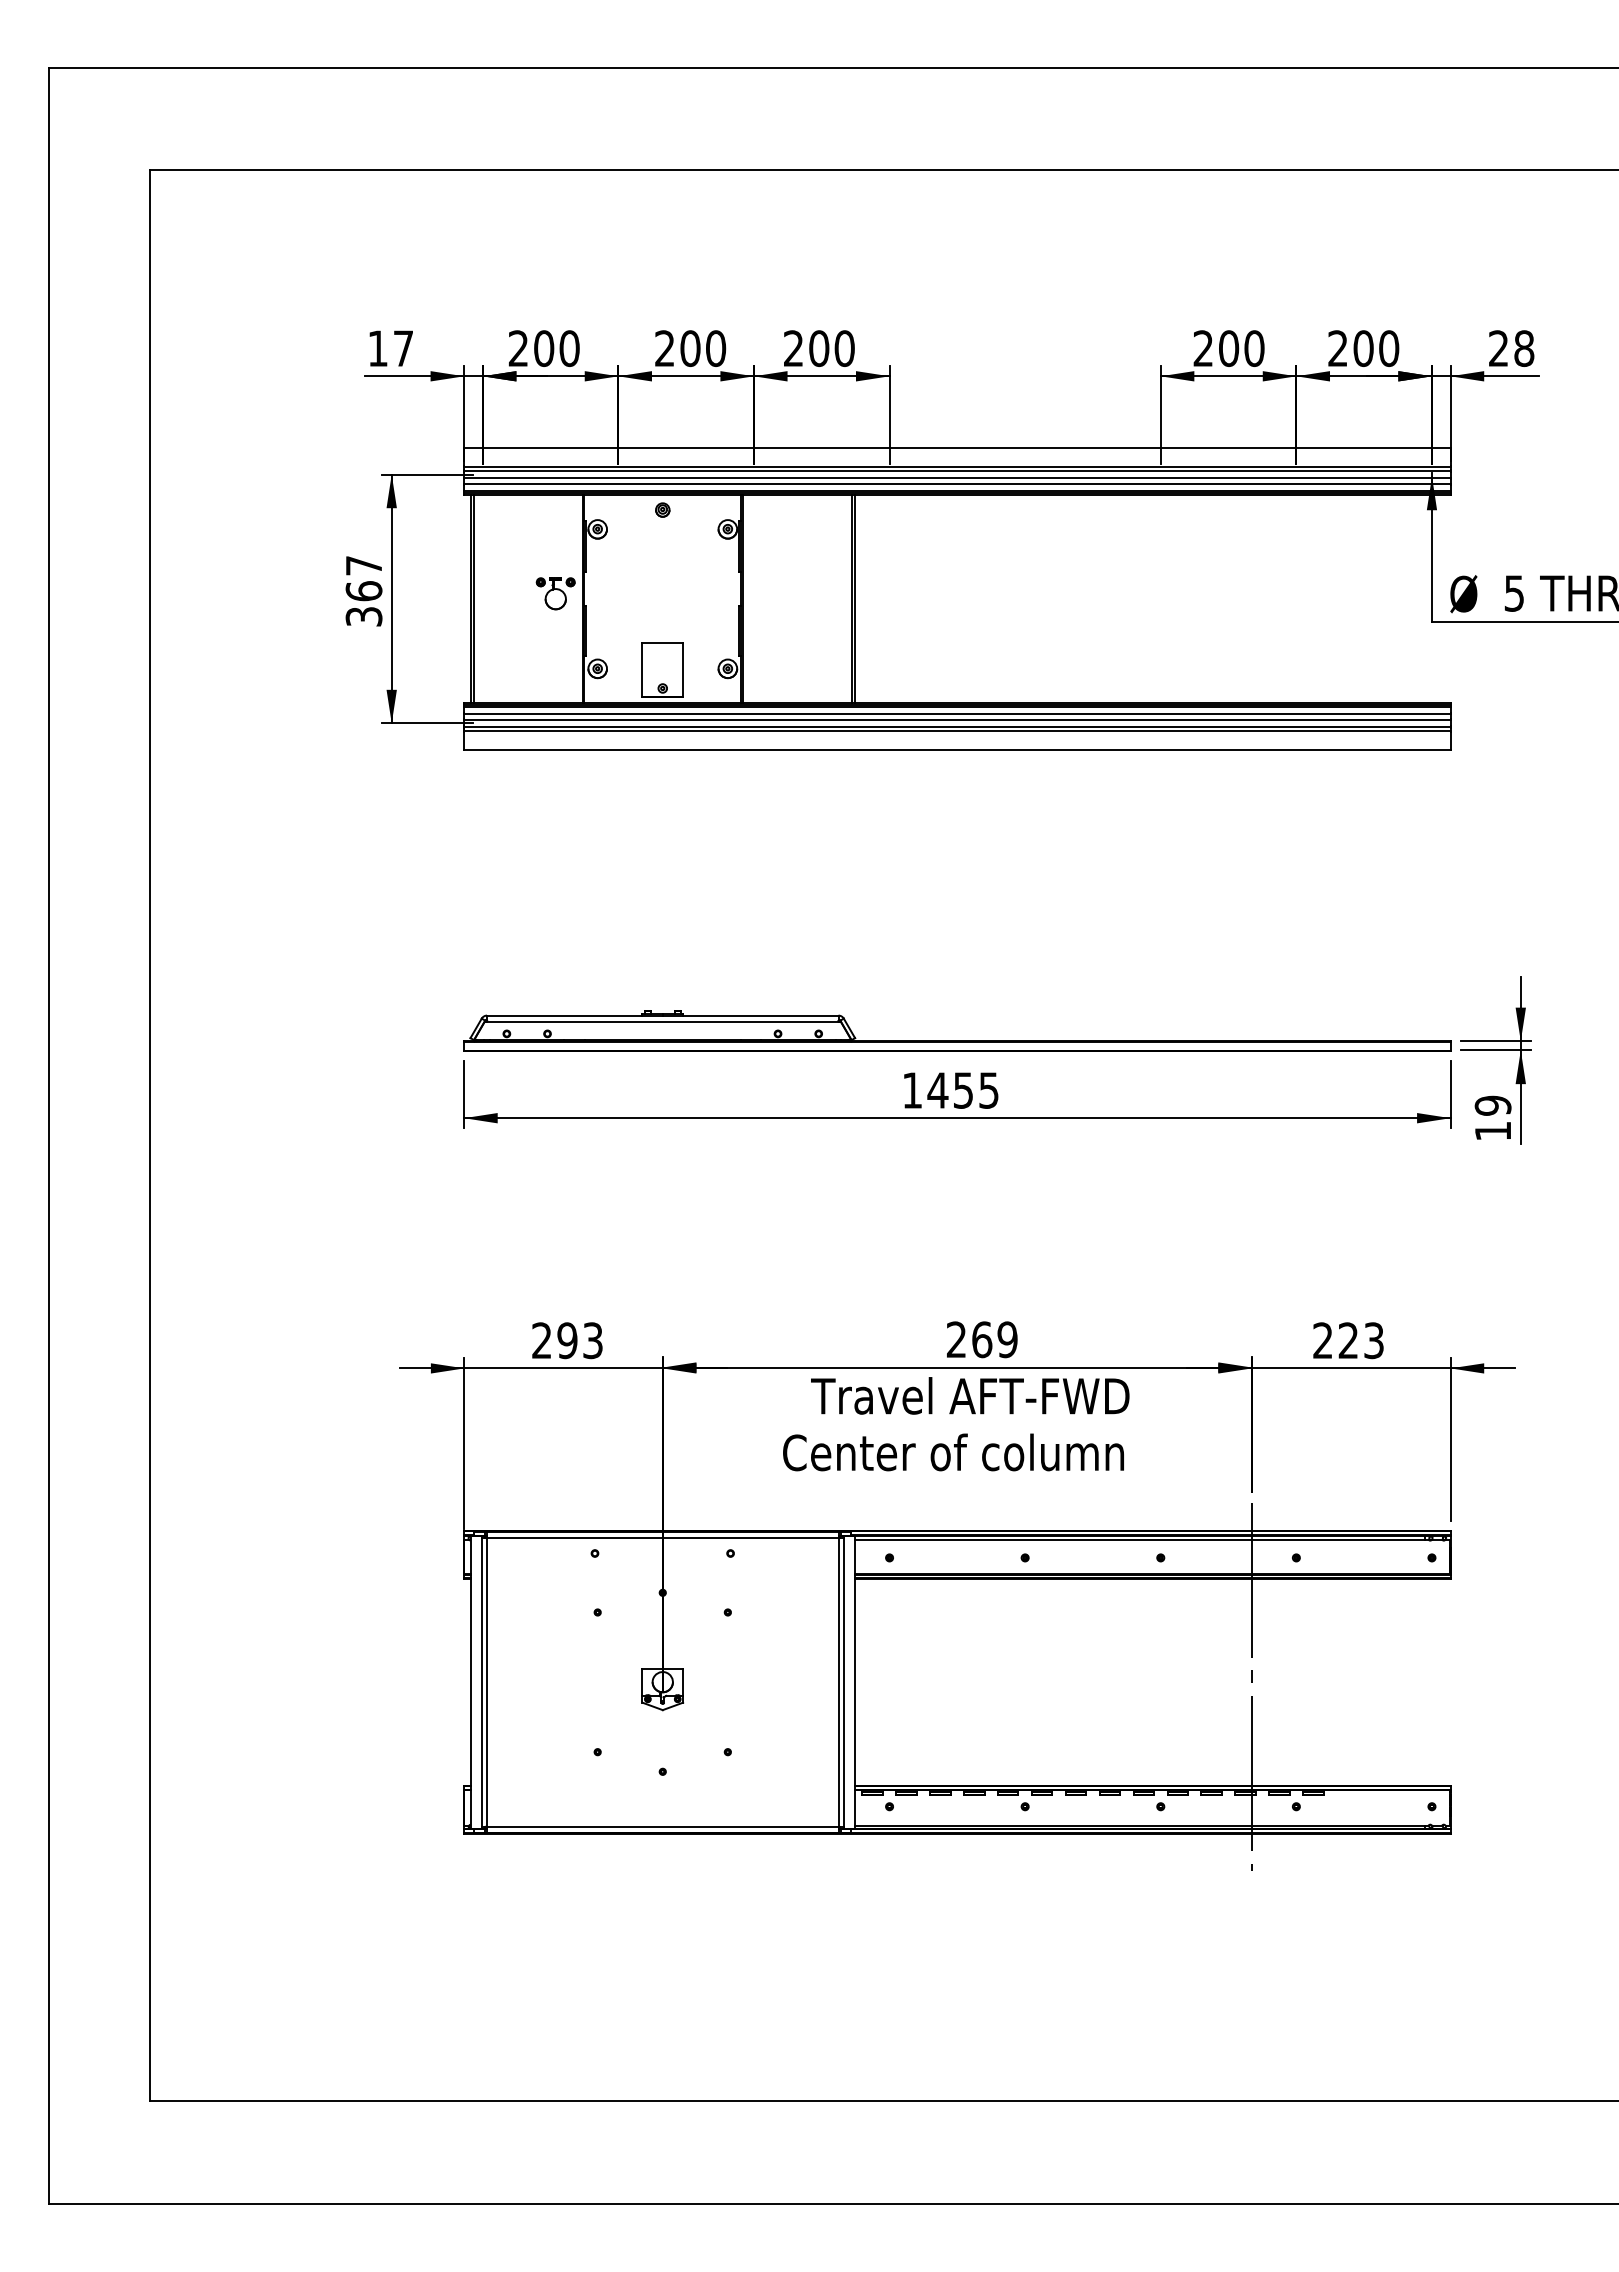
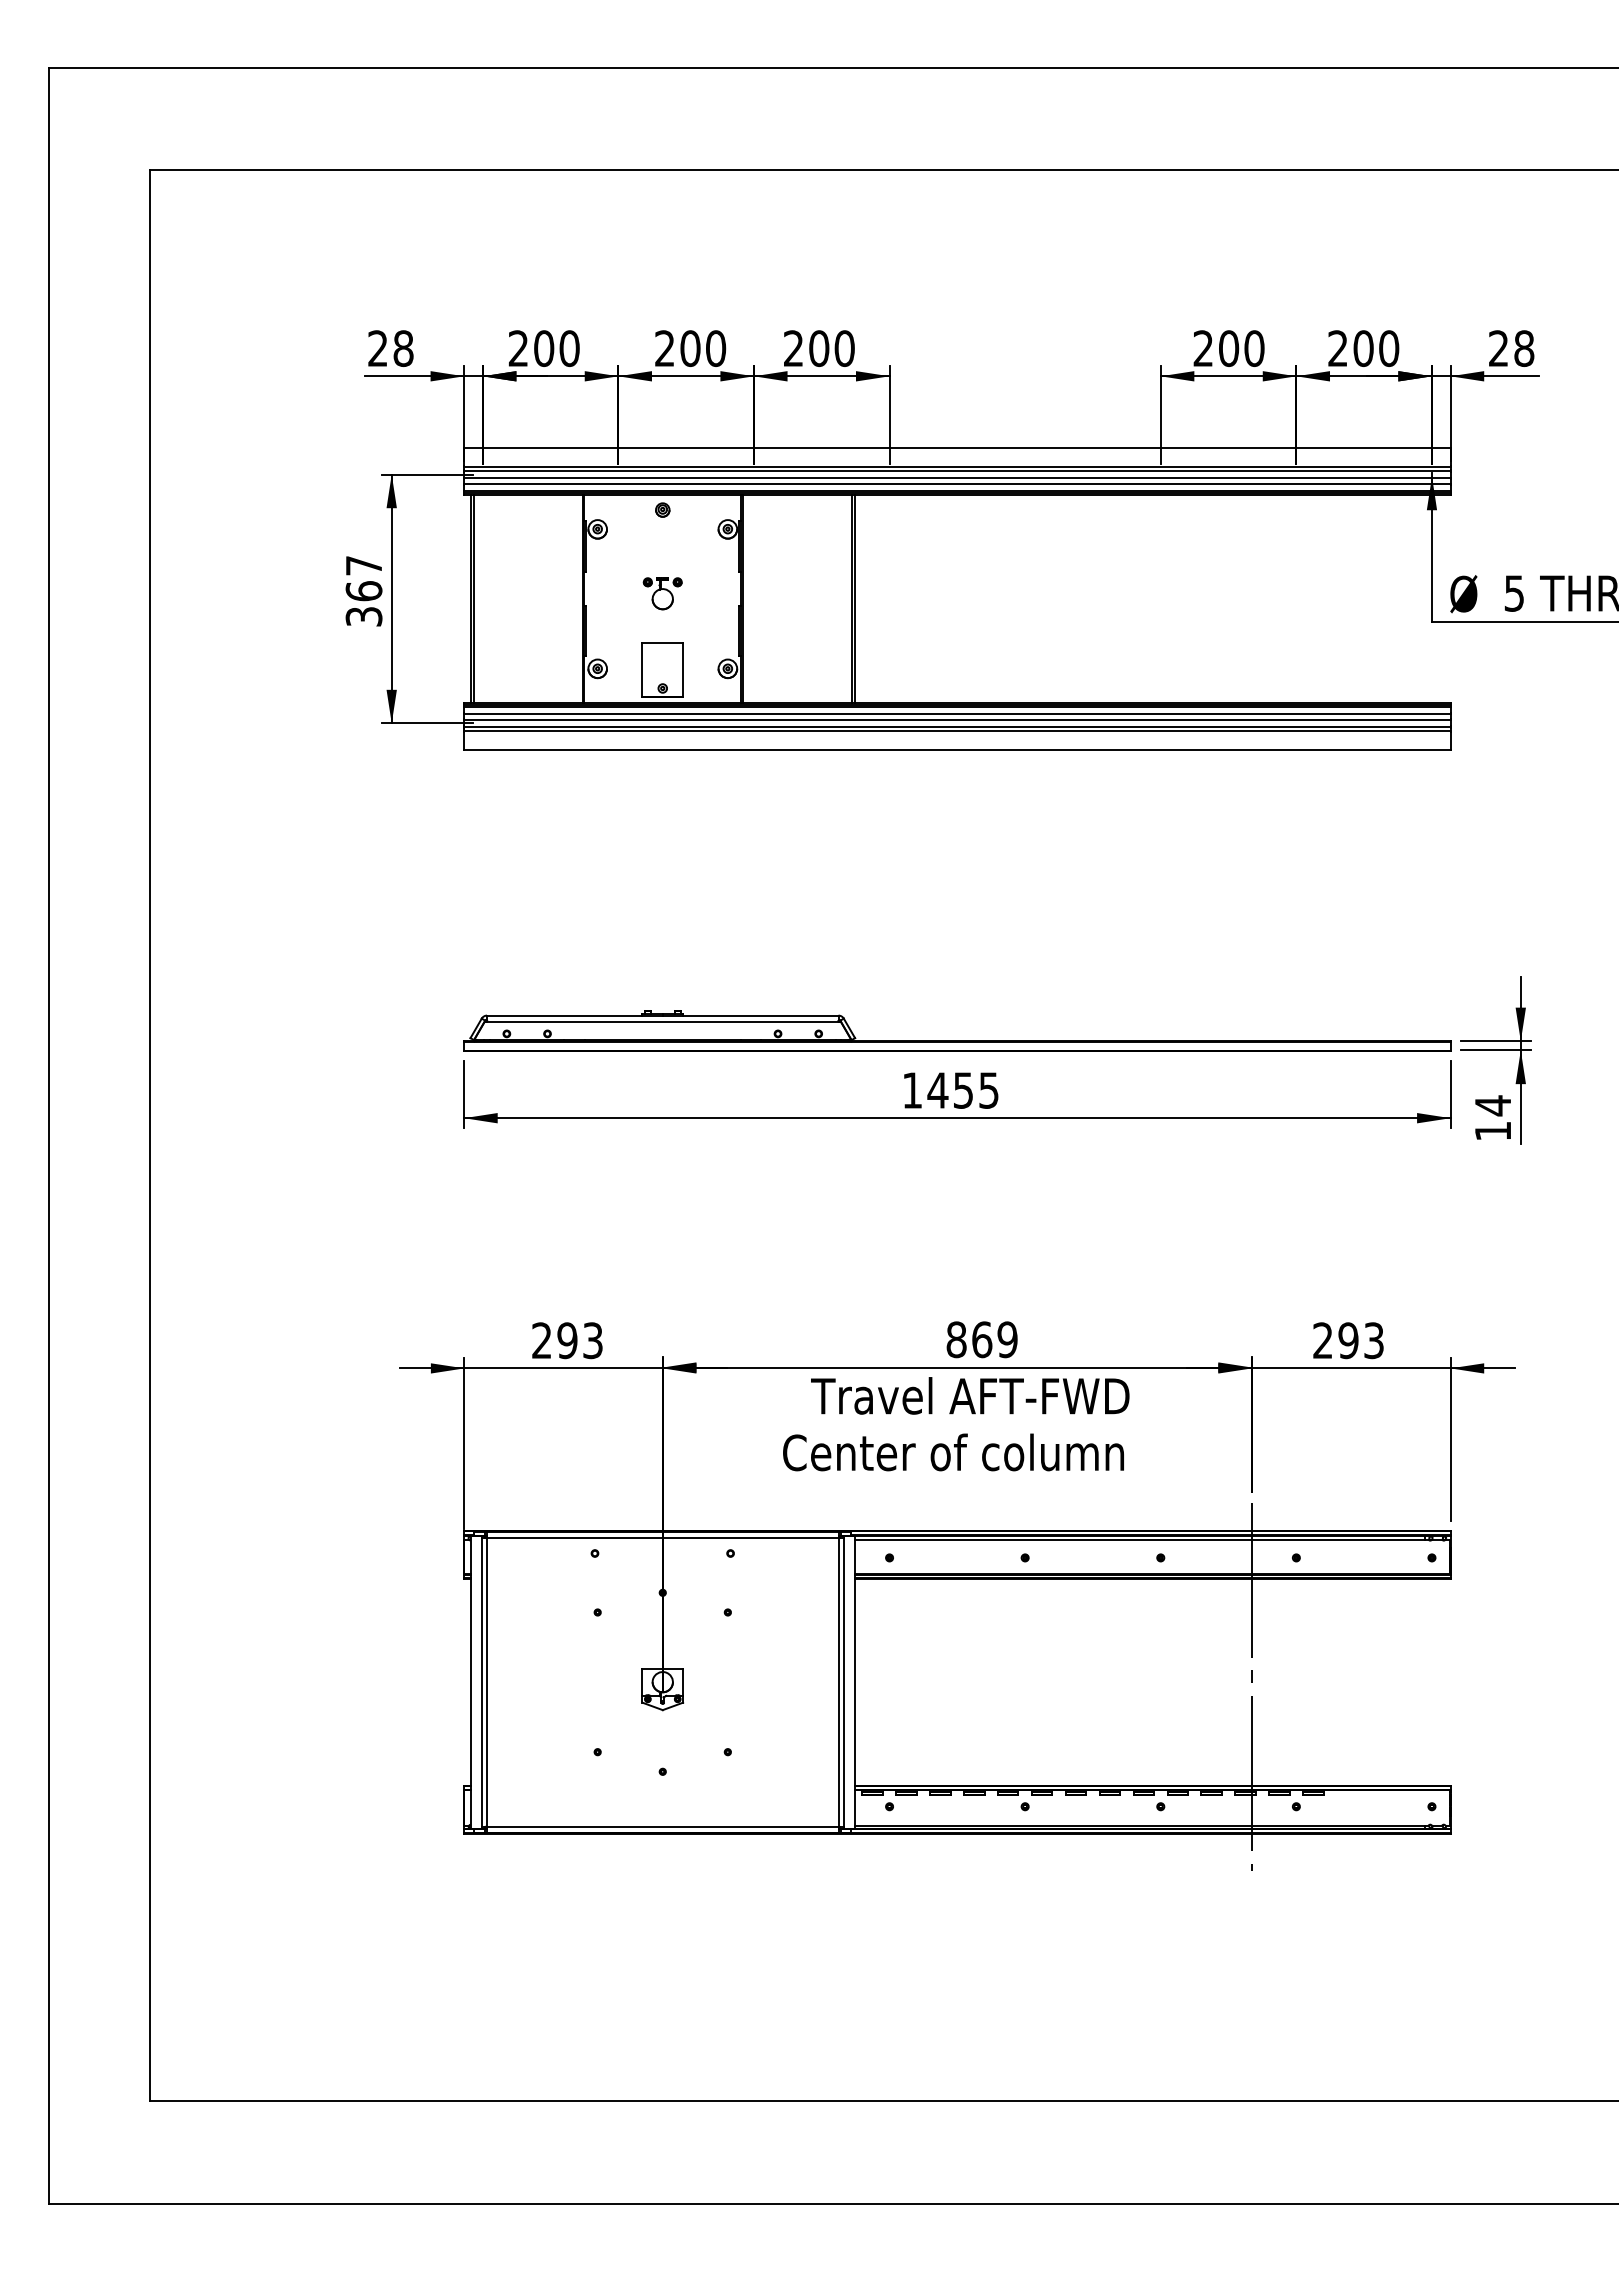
text at (390, 348): 17 -> 28
part at (555, 593) position: (555, 593) -> (662, 593)
text at (1492, 1105): 19 -> 14
text at (956, 1339): 269 -> 869
text at (1348, 1340): 223 -> 293
